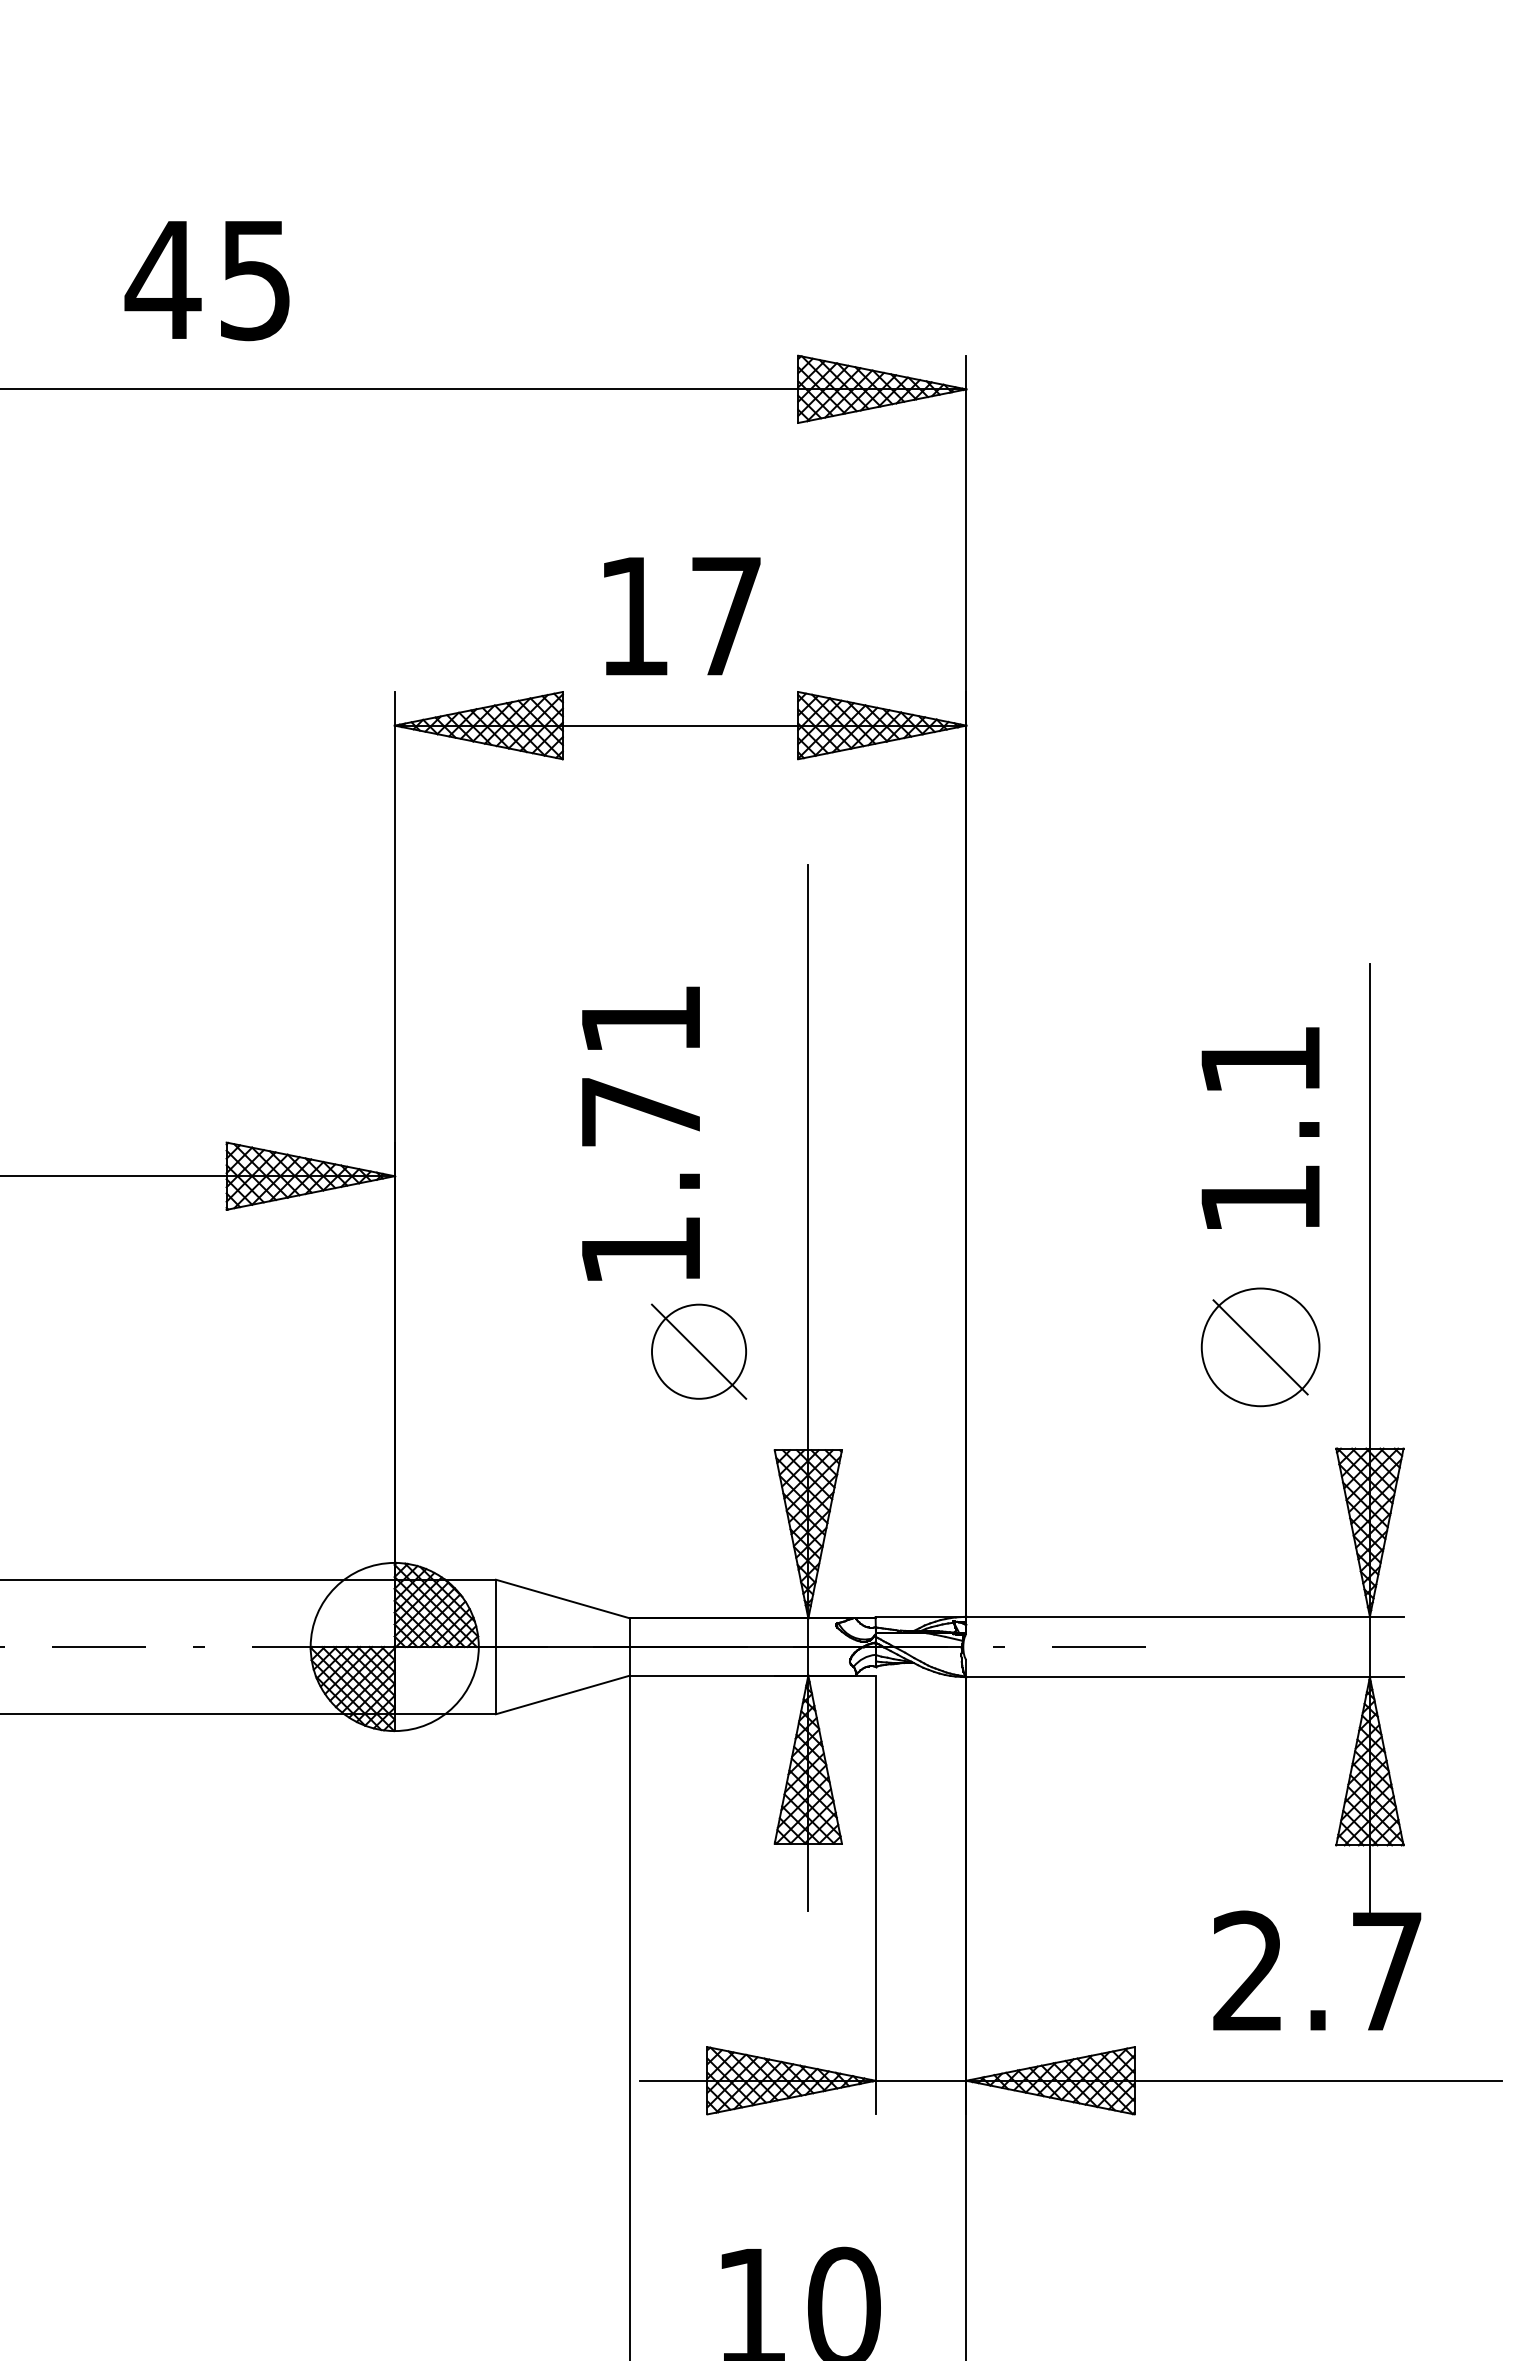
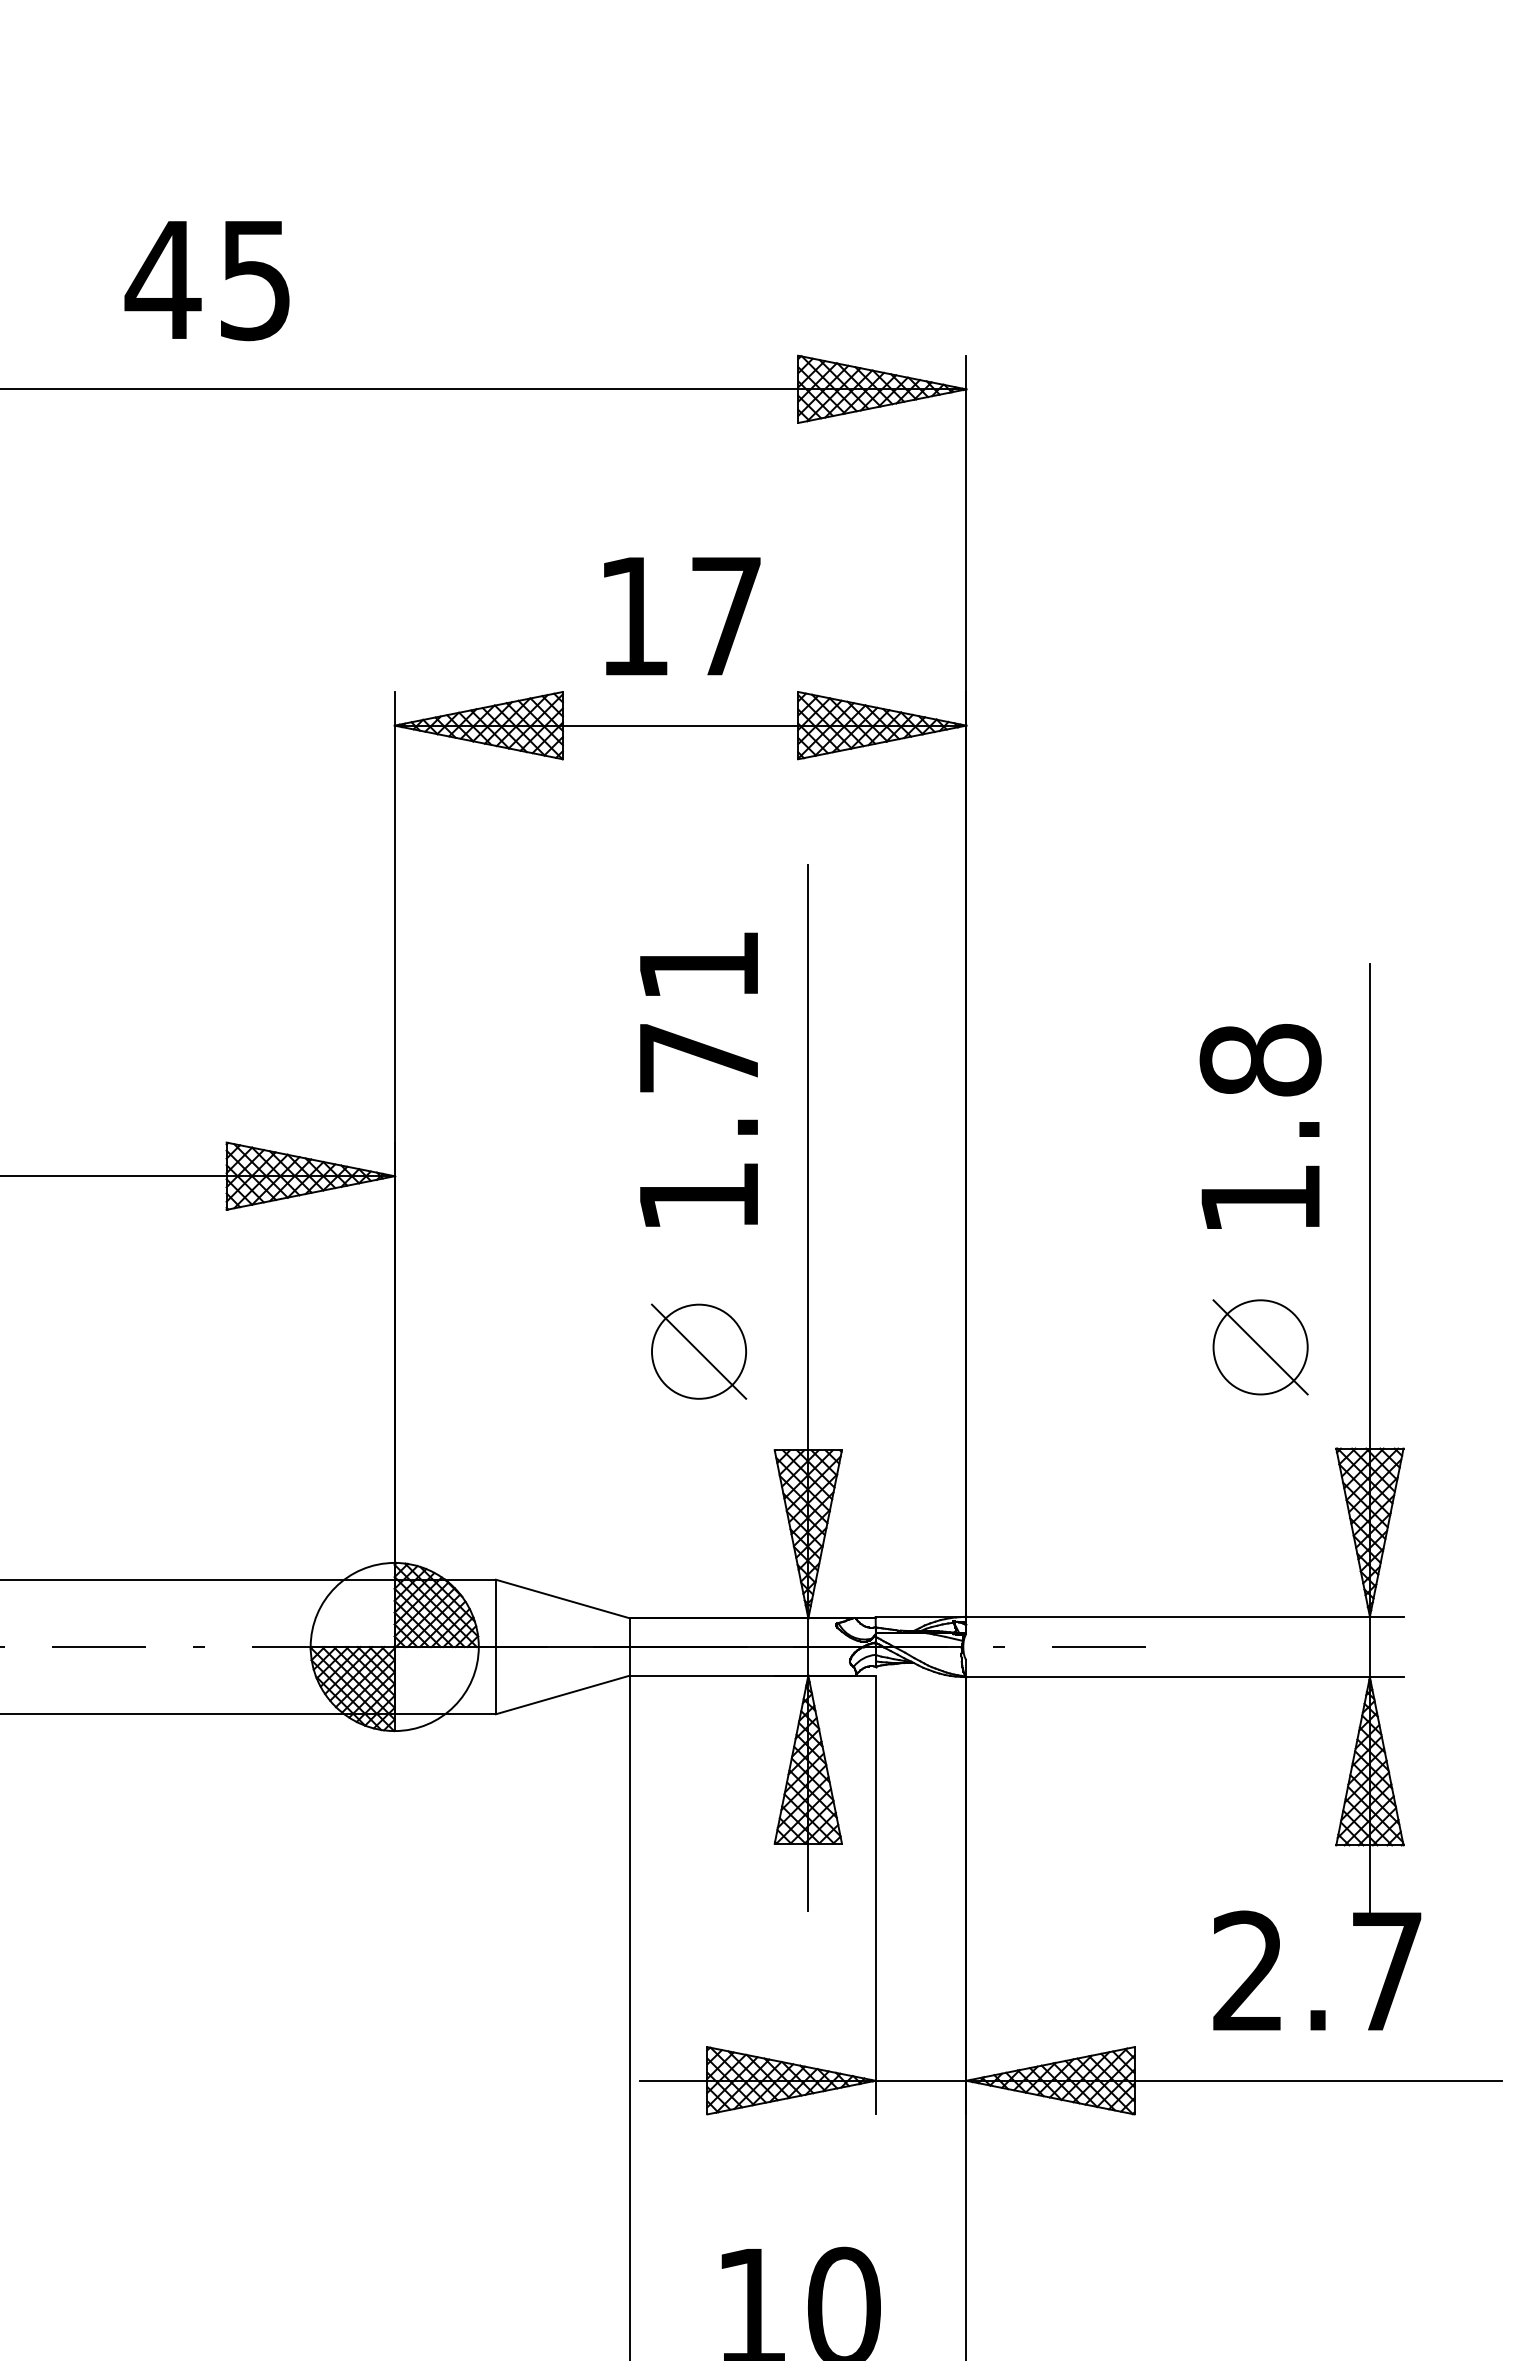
text at (1260, 1060): 1.1 -> 1.8
text at (640, 1133) position: (640, 1133) -> (698, 1079)
circle at (1260, 1347) diameter: 118 px -> 94 px
